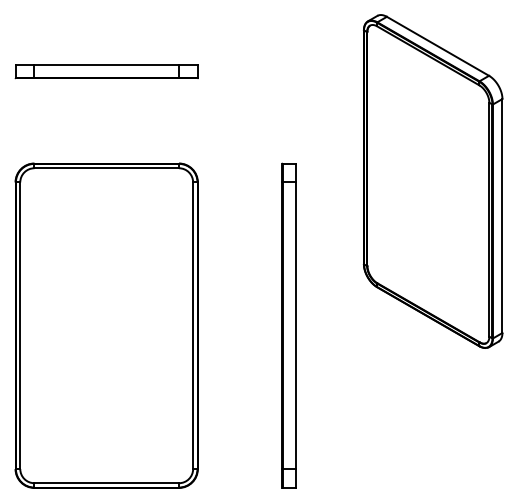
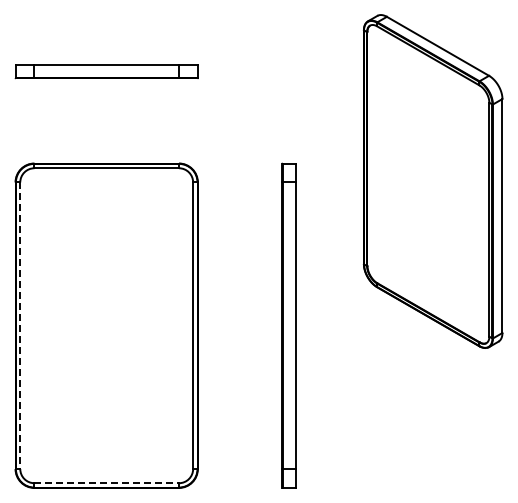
line at (20, 326): solid -> dashed
line at (107, 483): solid -> dashed
